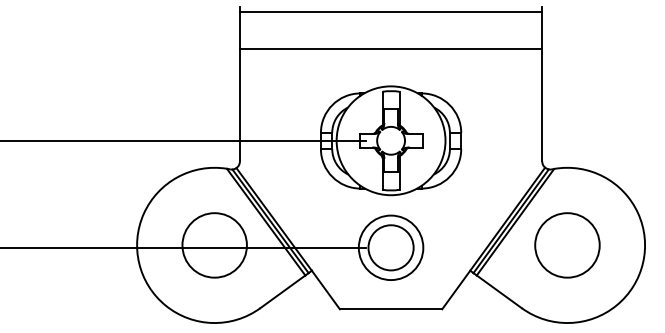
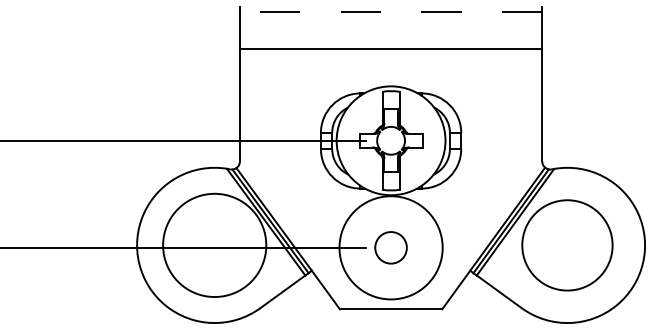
line at (390, 11): solid -> dashed
circle at (214, 245) diameter: 65 px -> 103 px
circle at (567, 245) diameter: 65 px -> 90 px
circle at (390, 247) diameter: 45 px -> 32 px
circle at (390, 247) diameter: 65 px -> 103 px
